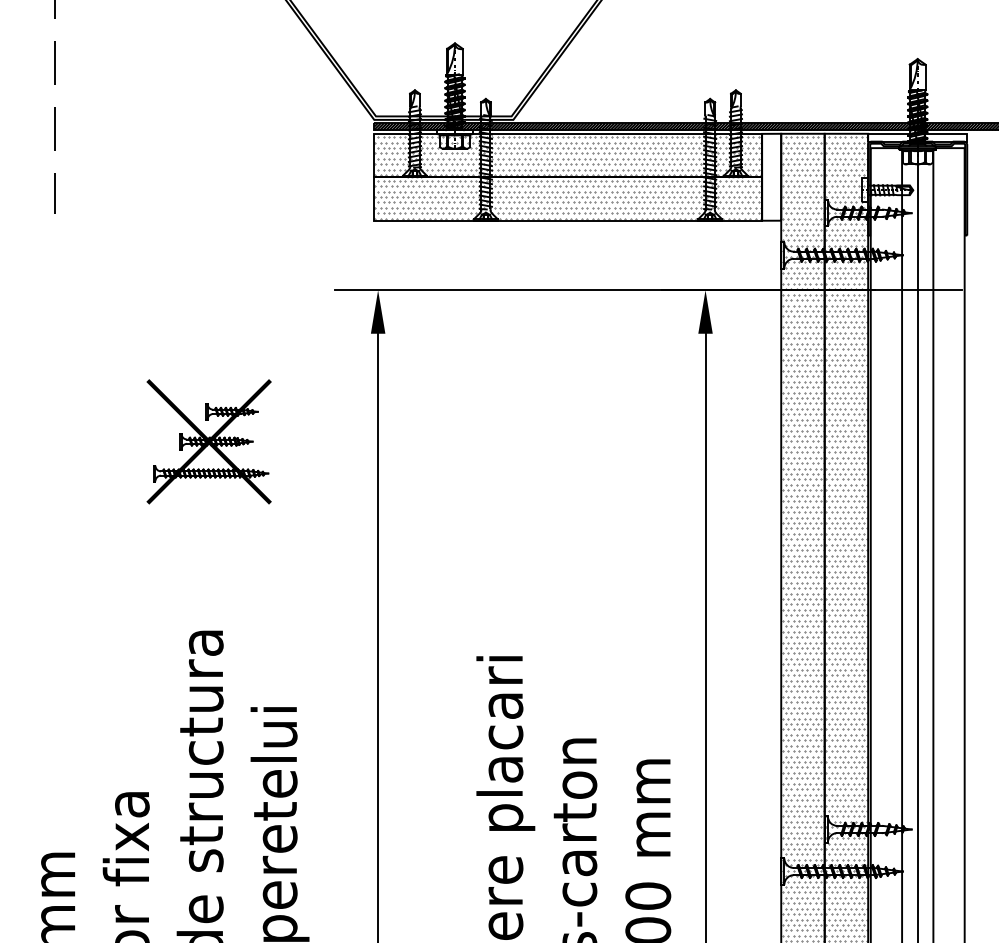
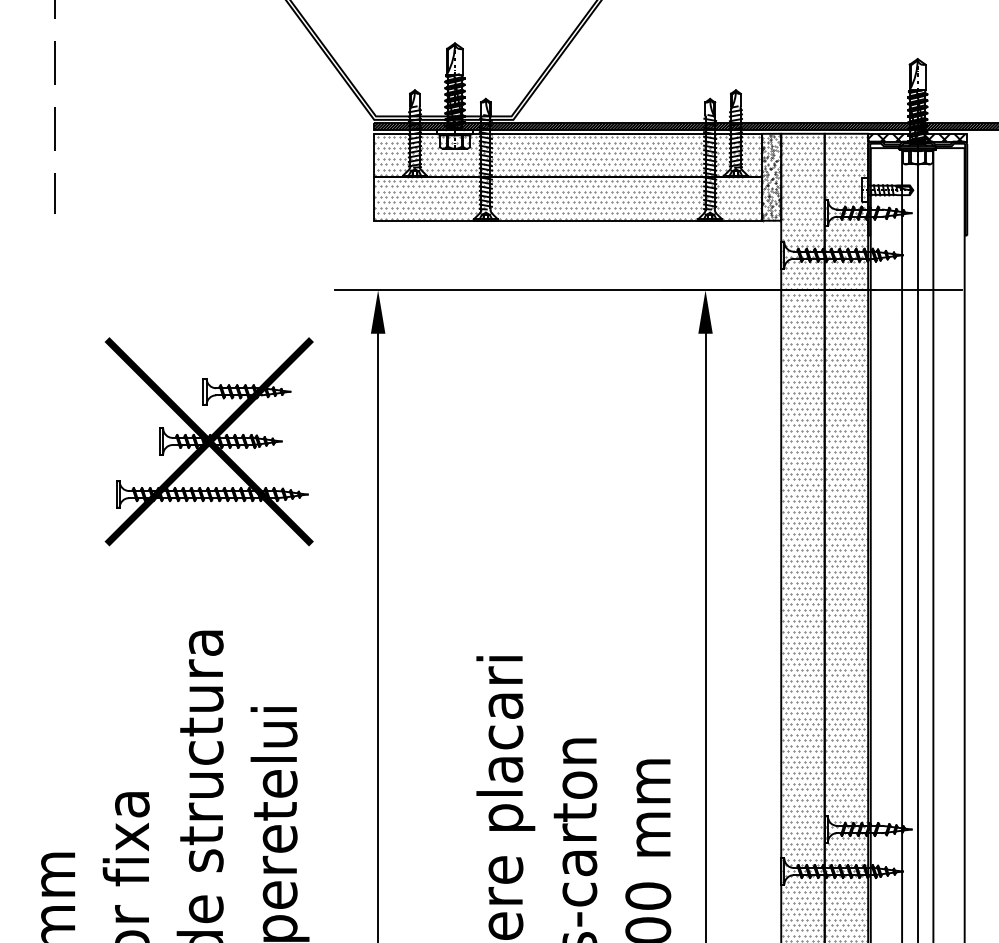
hatch at (916, 137): none -> present
hatch at (771, 177): none -> present
part at (208, 441) size: 126x126 px -> 210x210 px
